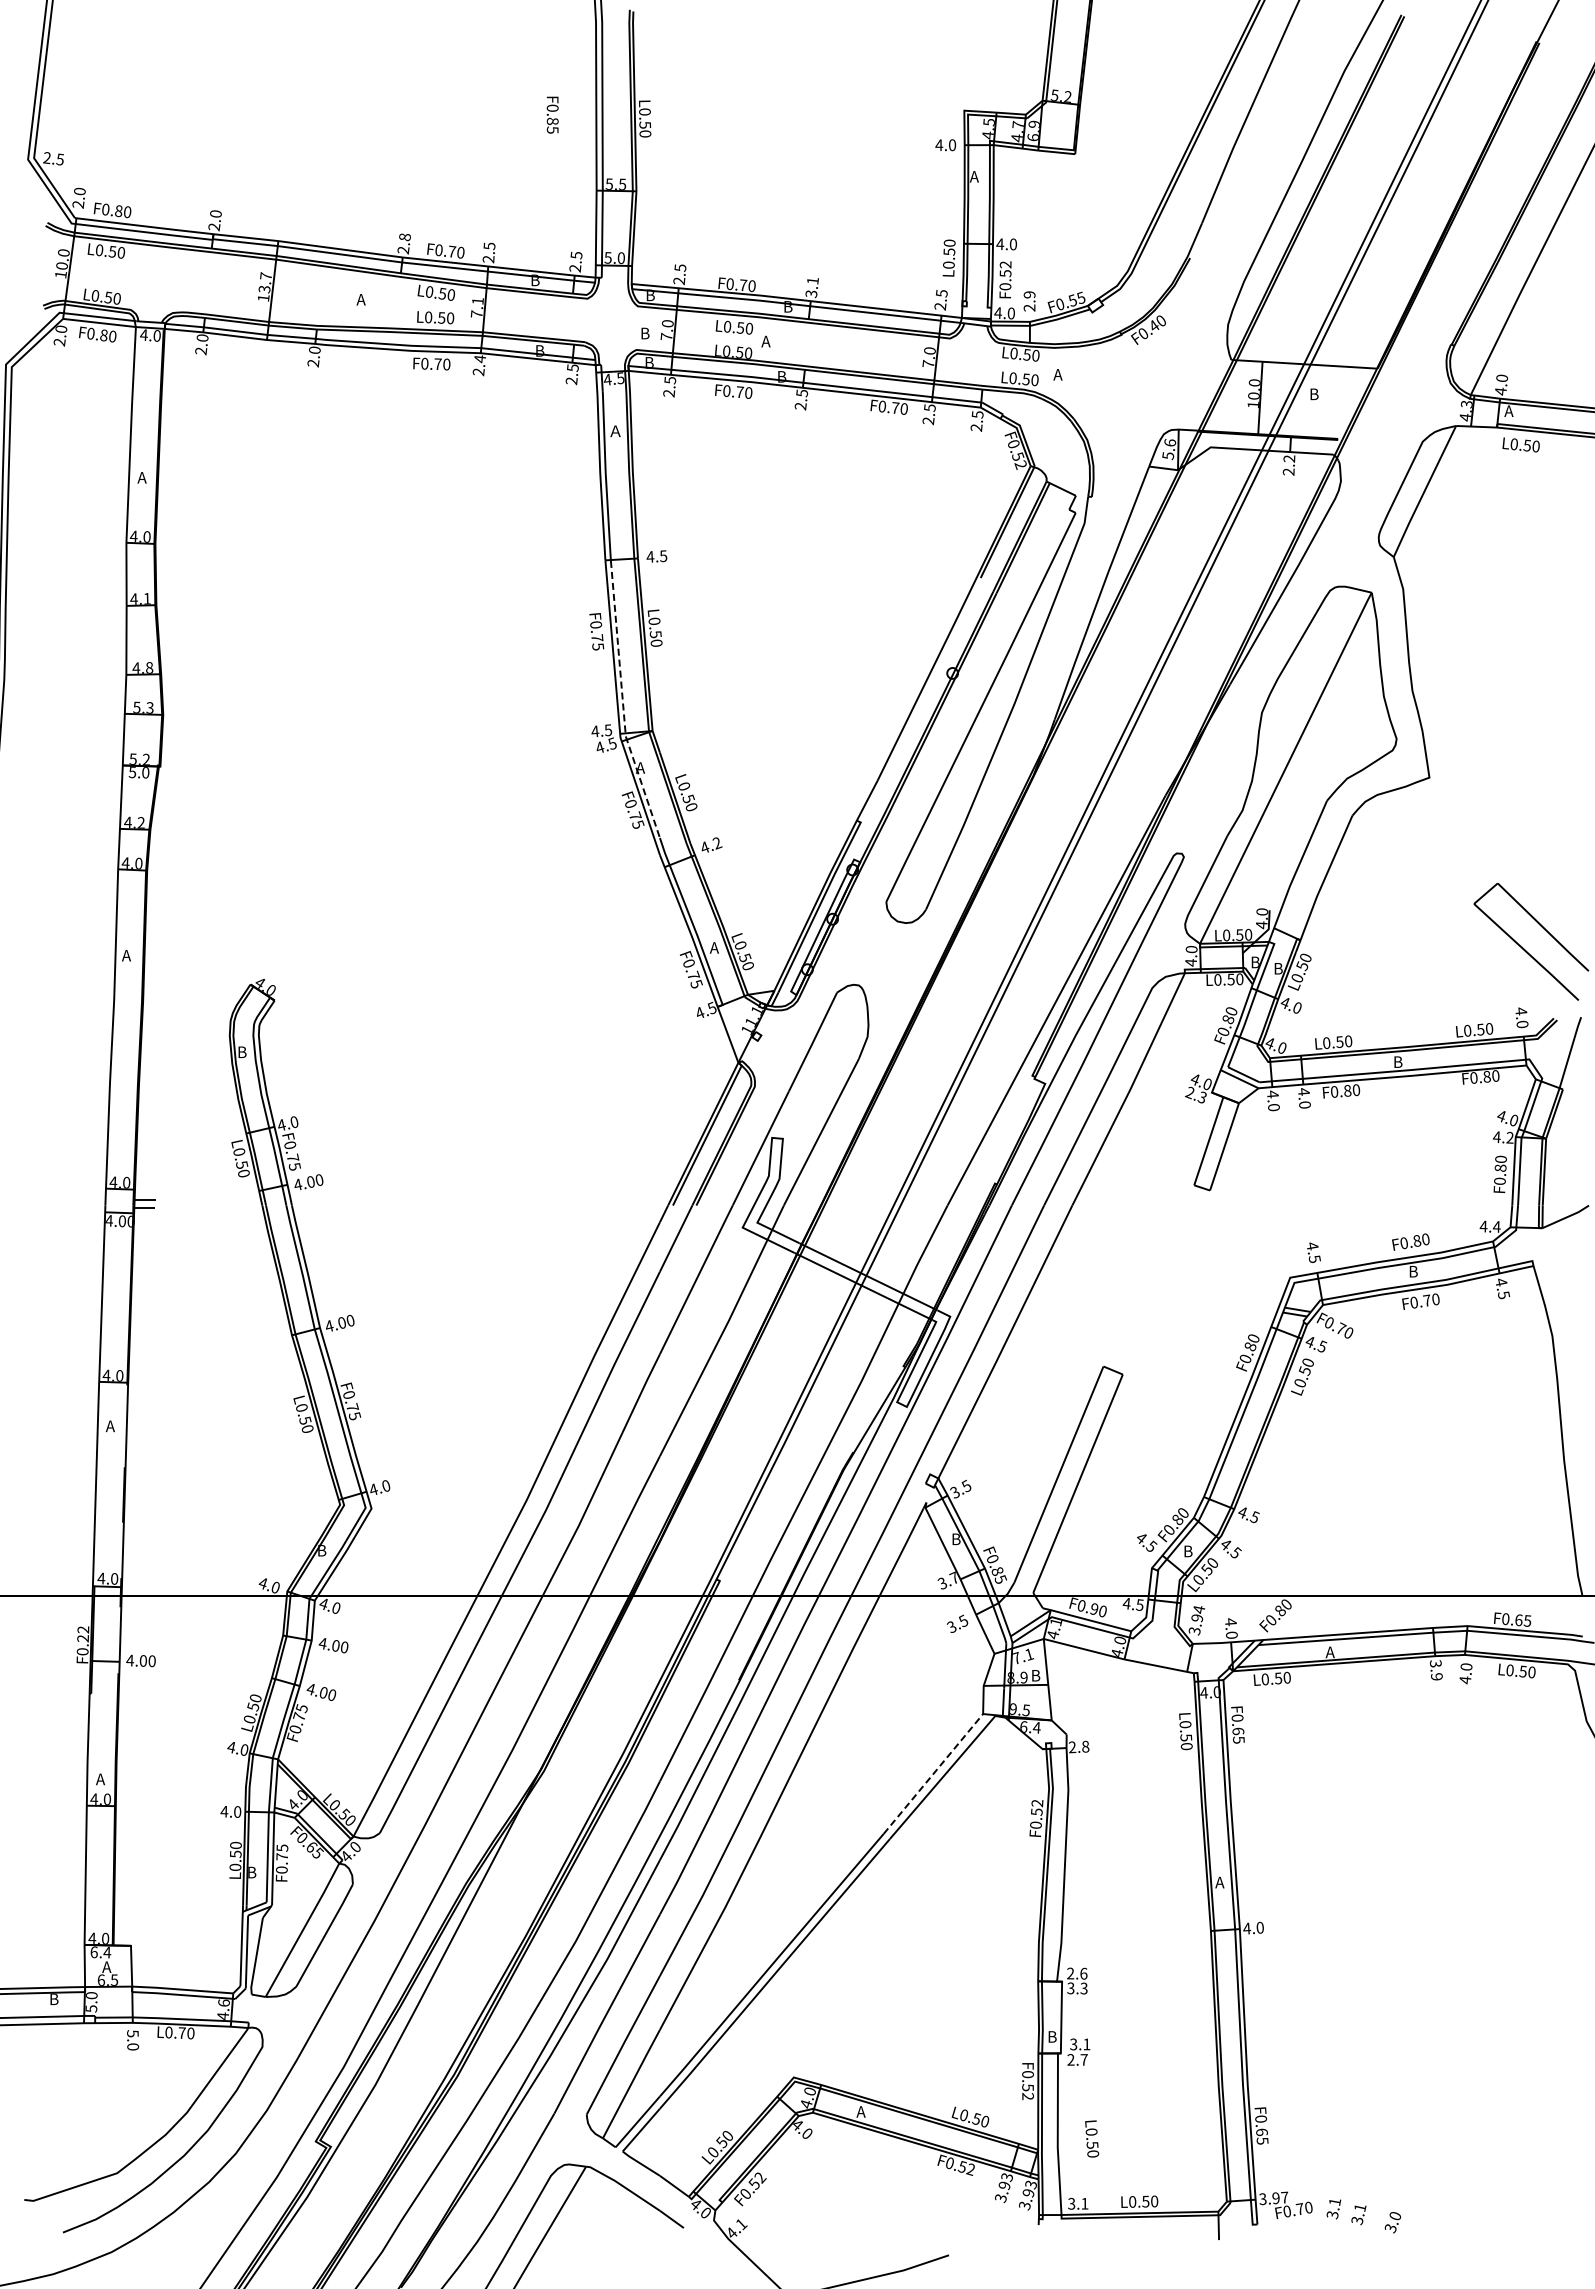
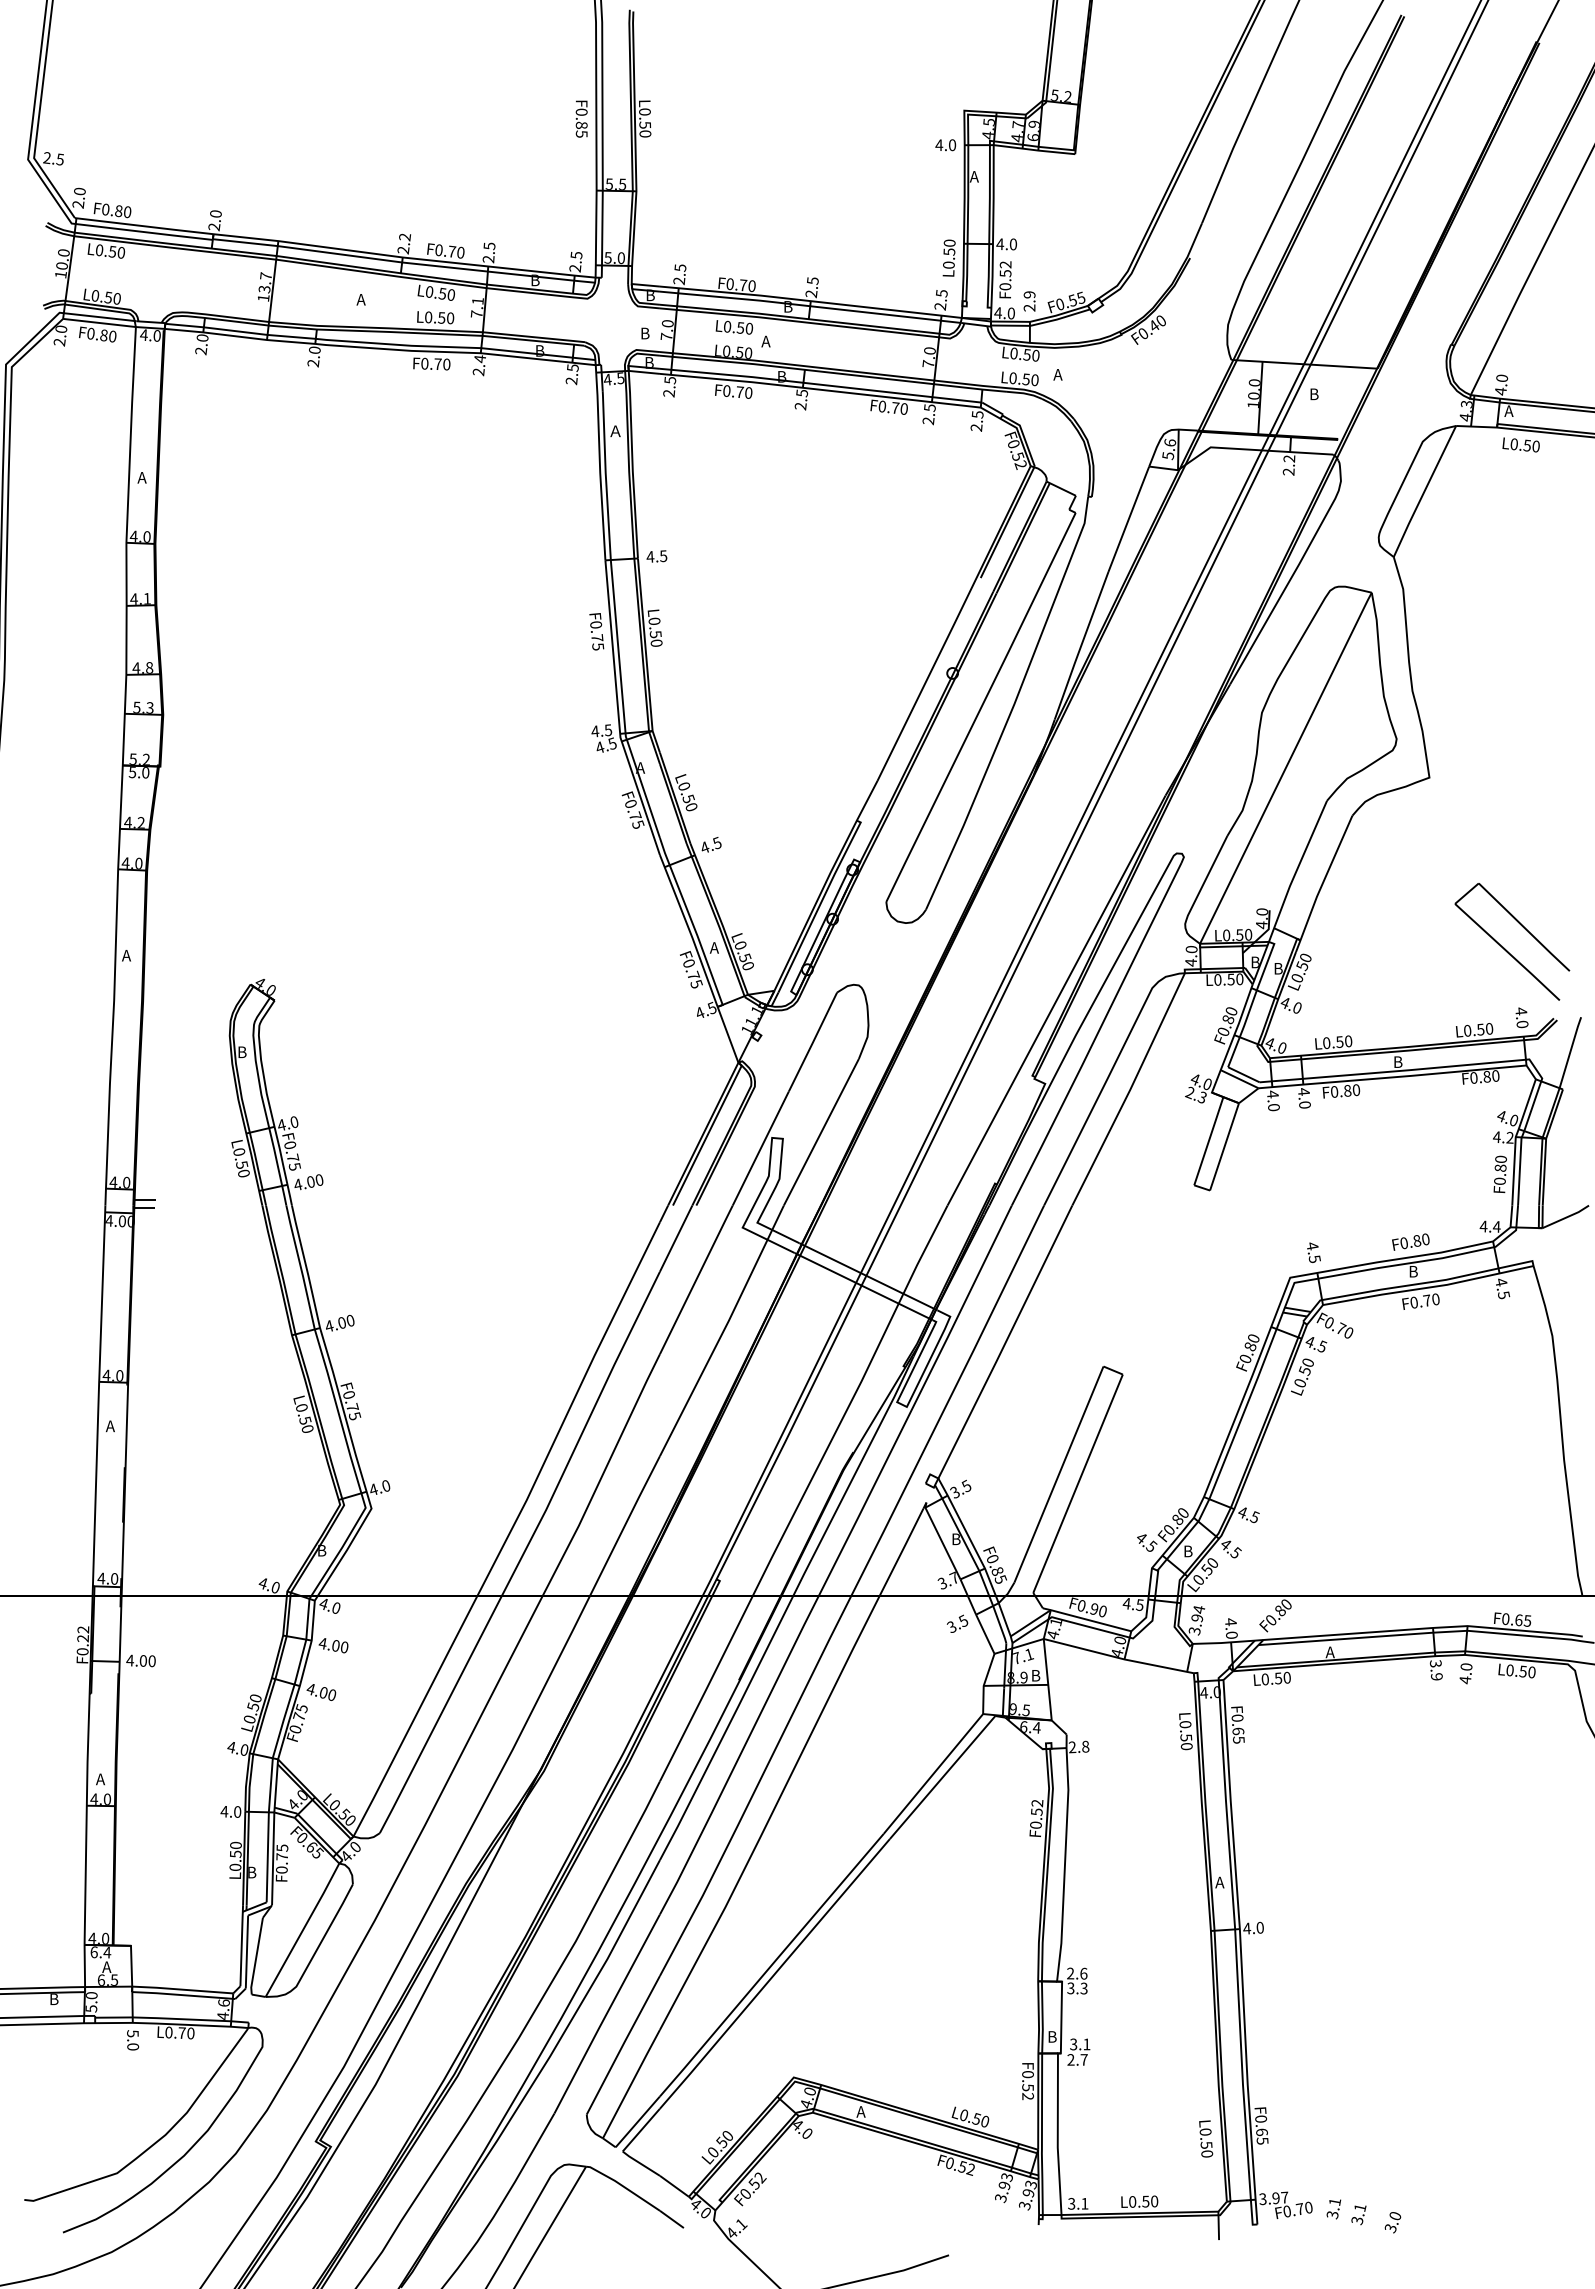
text at (552, 114) position: (552, 114) -> (581, 118)
text at (405, 237): 2.8 -> 2.2
text at (812, 287): 3.1 -> 2.5
line at (622, 702): dashed -> solid
text at (717, 843): 4.2 -> 4.5
part at (1524, 948) position: (1524, 948) -> (1505, 948)
line at (933, 1773): dashed -> solid
text at (1092, 2138) position: (1092, 2138) -> (1206, 2138)
